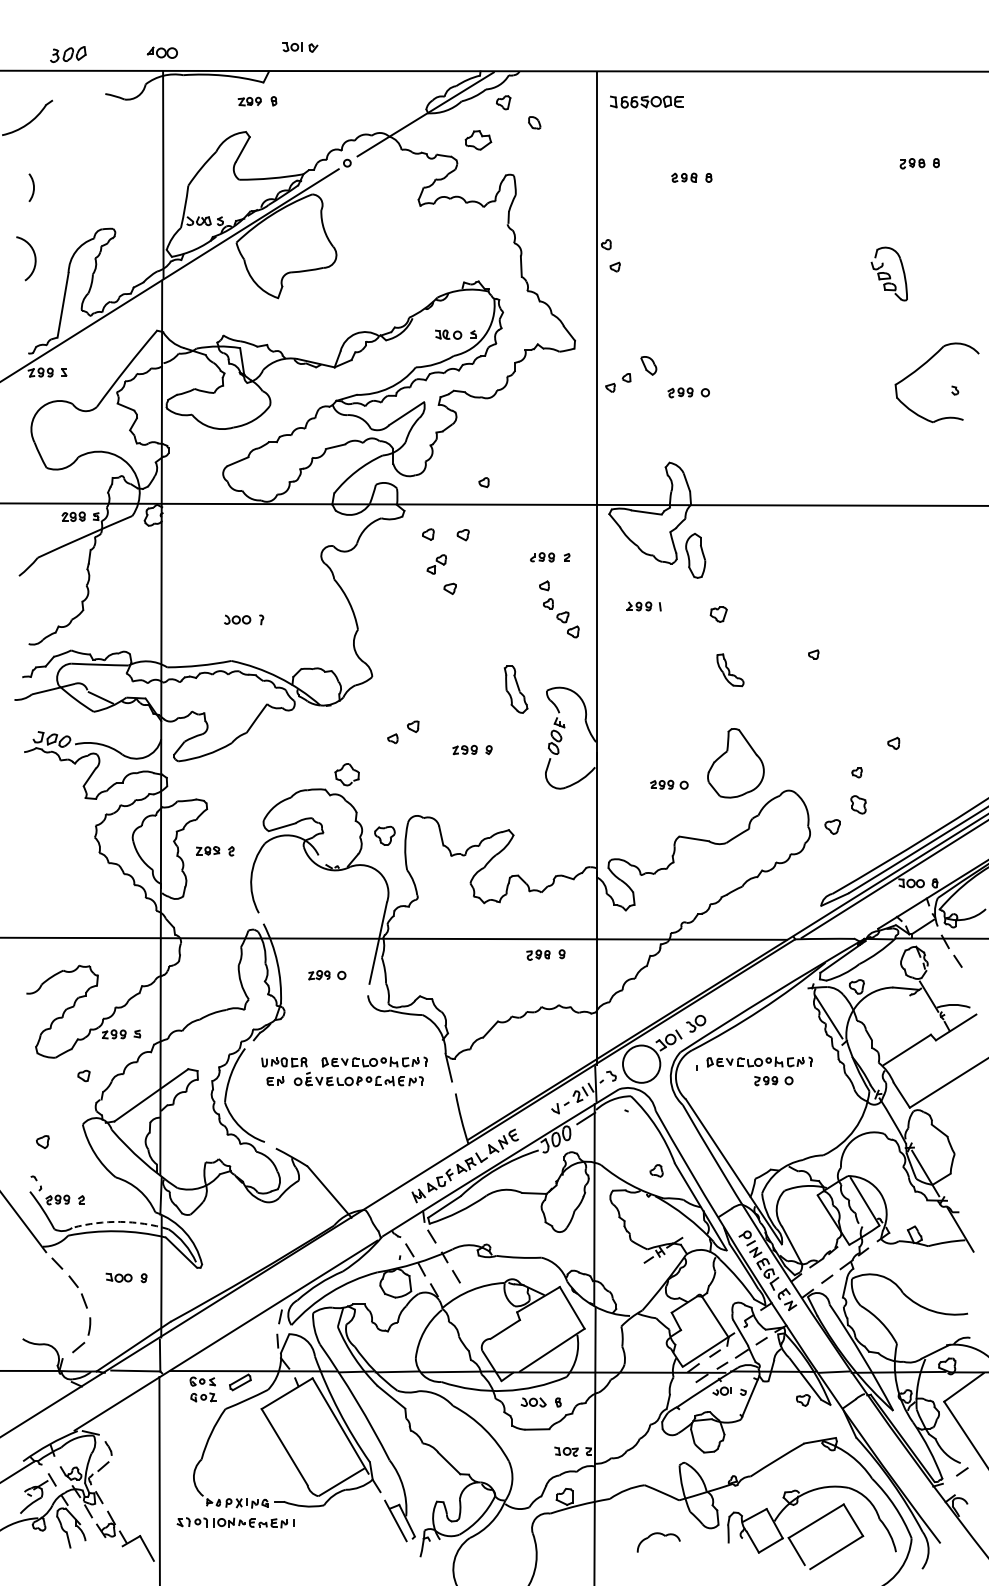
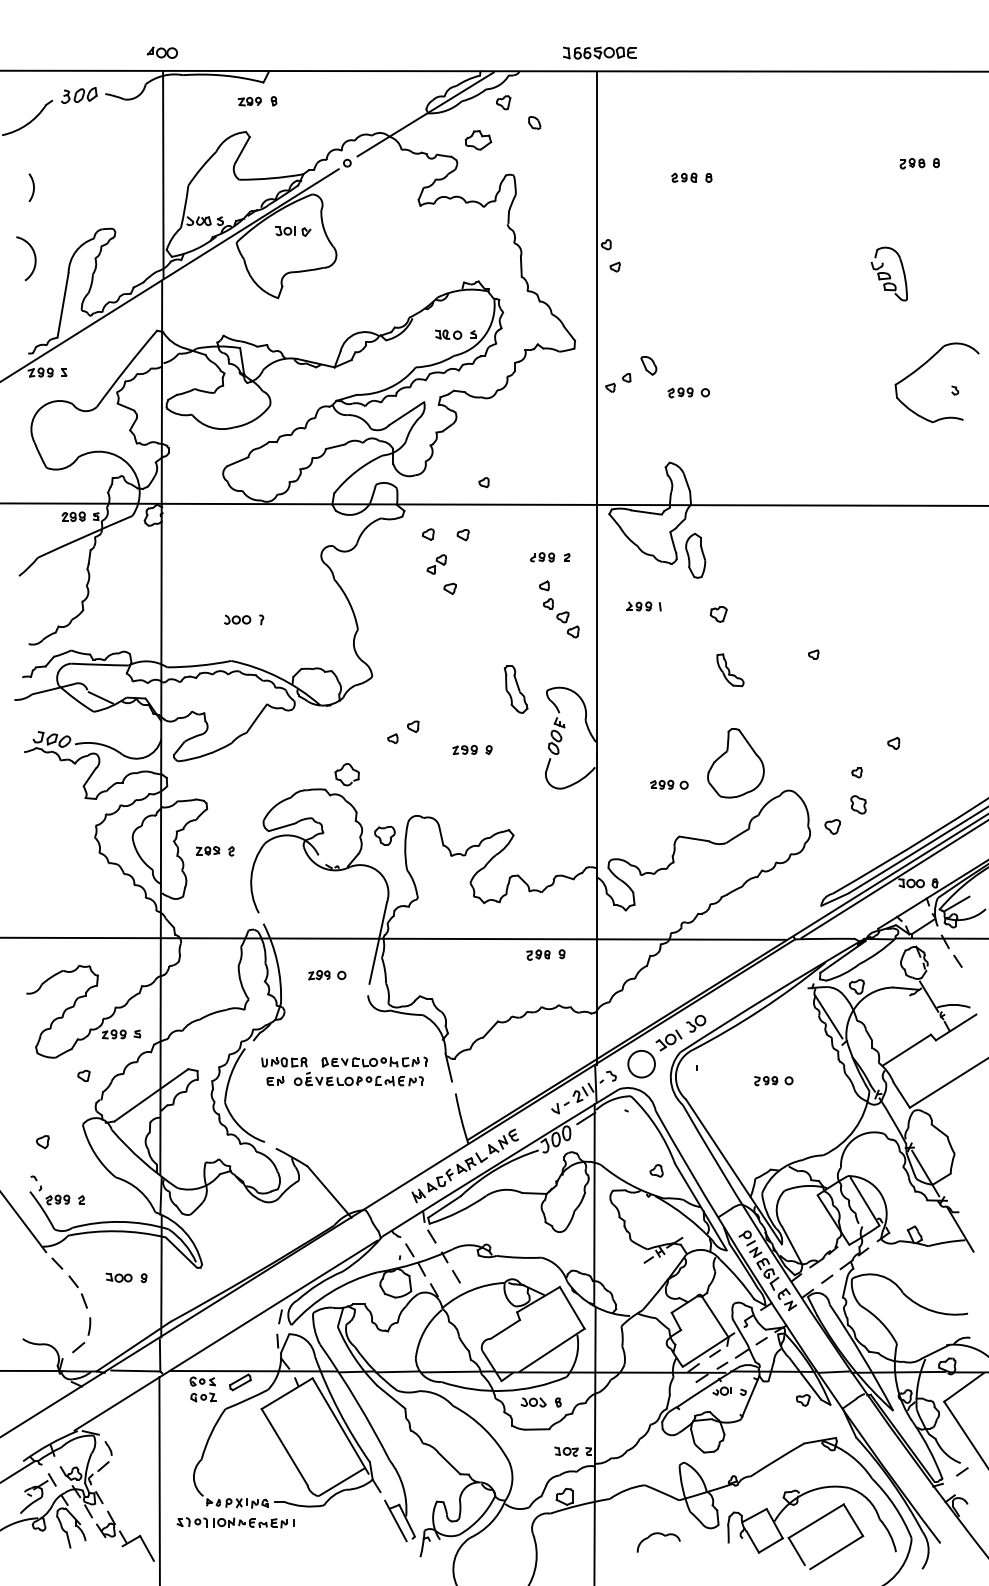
part at (300, 47) position: (300, 47) -> (293, 231)
part at (68, 54) position: (68, 54) -> (79, 95)
part at (646, 101) position: (646, 101) -> (599, 52)
line at (956, 903): none -> present
part at (759, 1061): present -> none
circle at (641, 1063) diameter: 37 px -> 27 px
arc at (120, 1221): dashed -> solid
